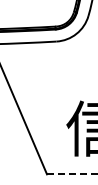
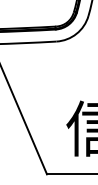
line at (72, 174): dashed -> solid
